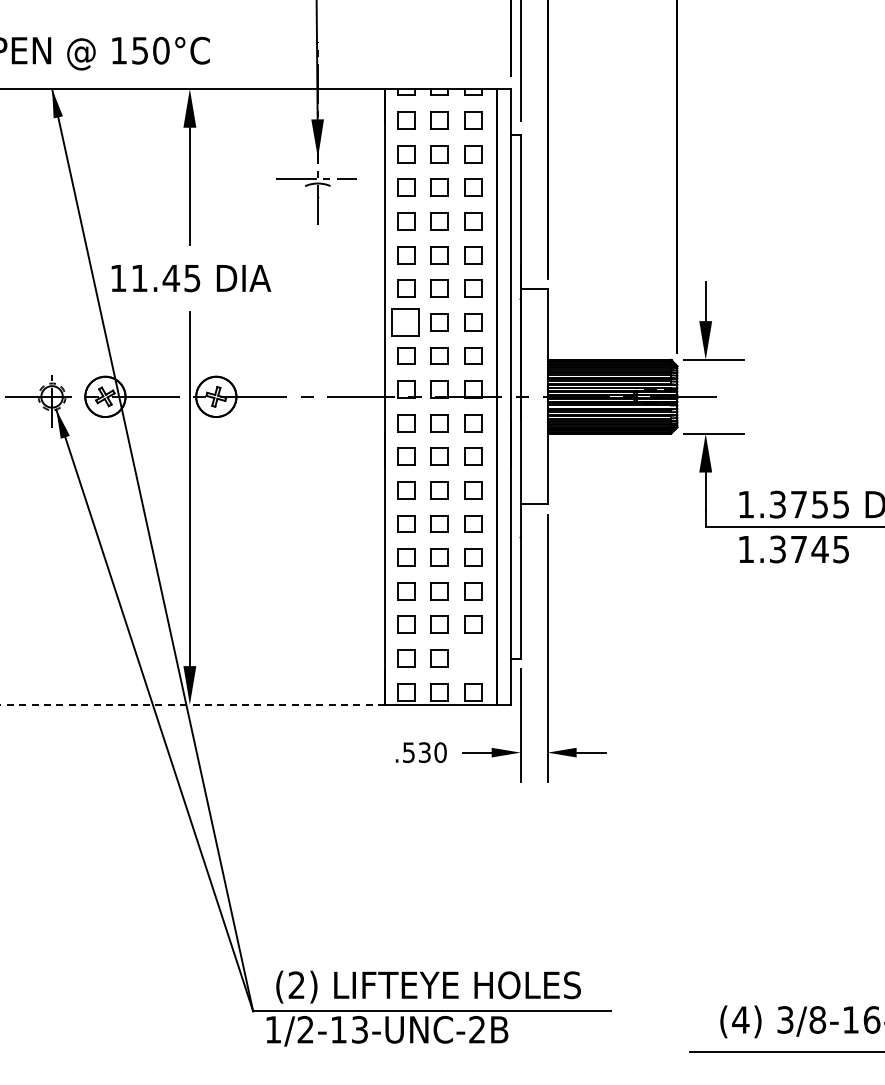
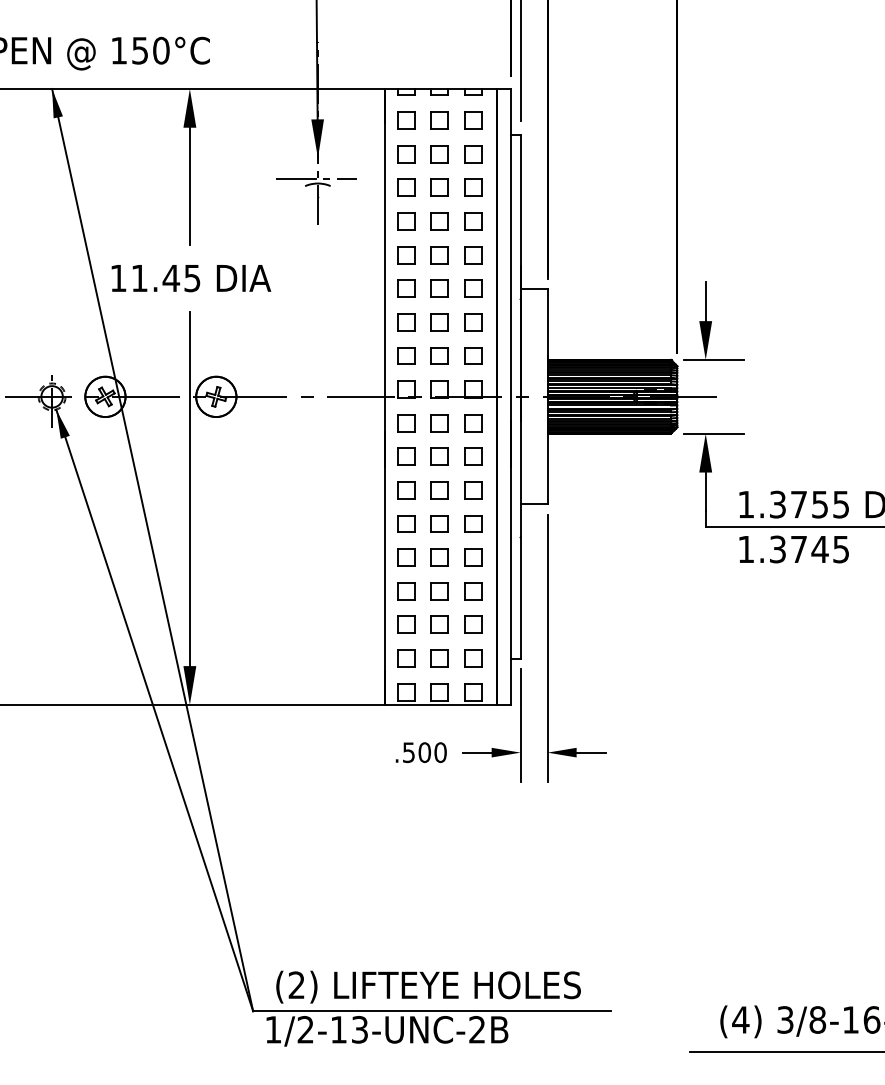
part at (405, 322) size: 29x29 px -> 19x19 px
part at (473, 658): none -> present
line at (192, 704): dashed -> solid
text at (424, 752): .530 -> .500
